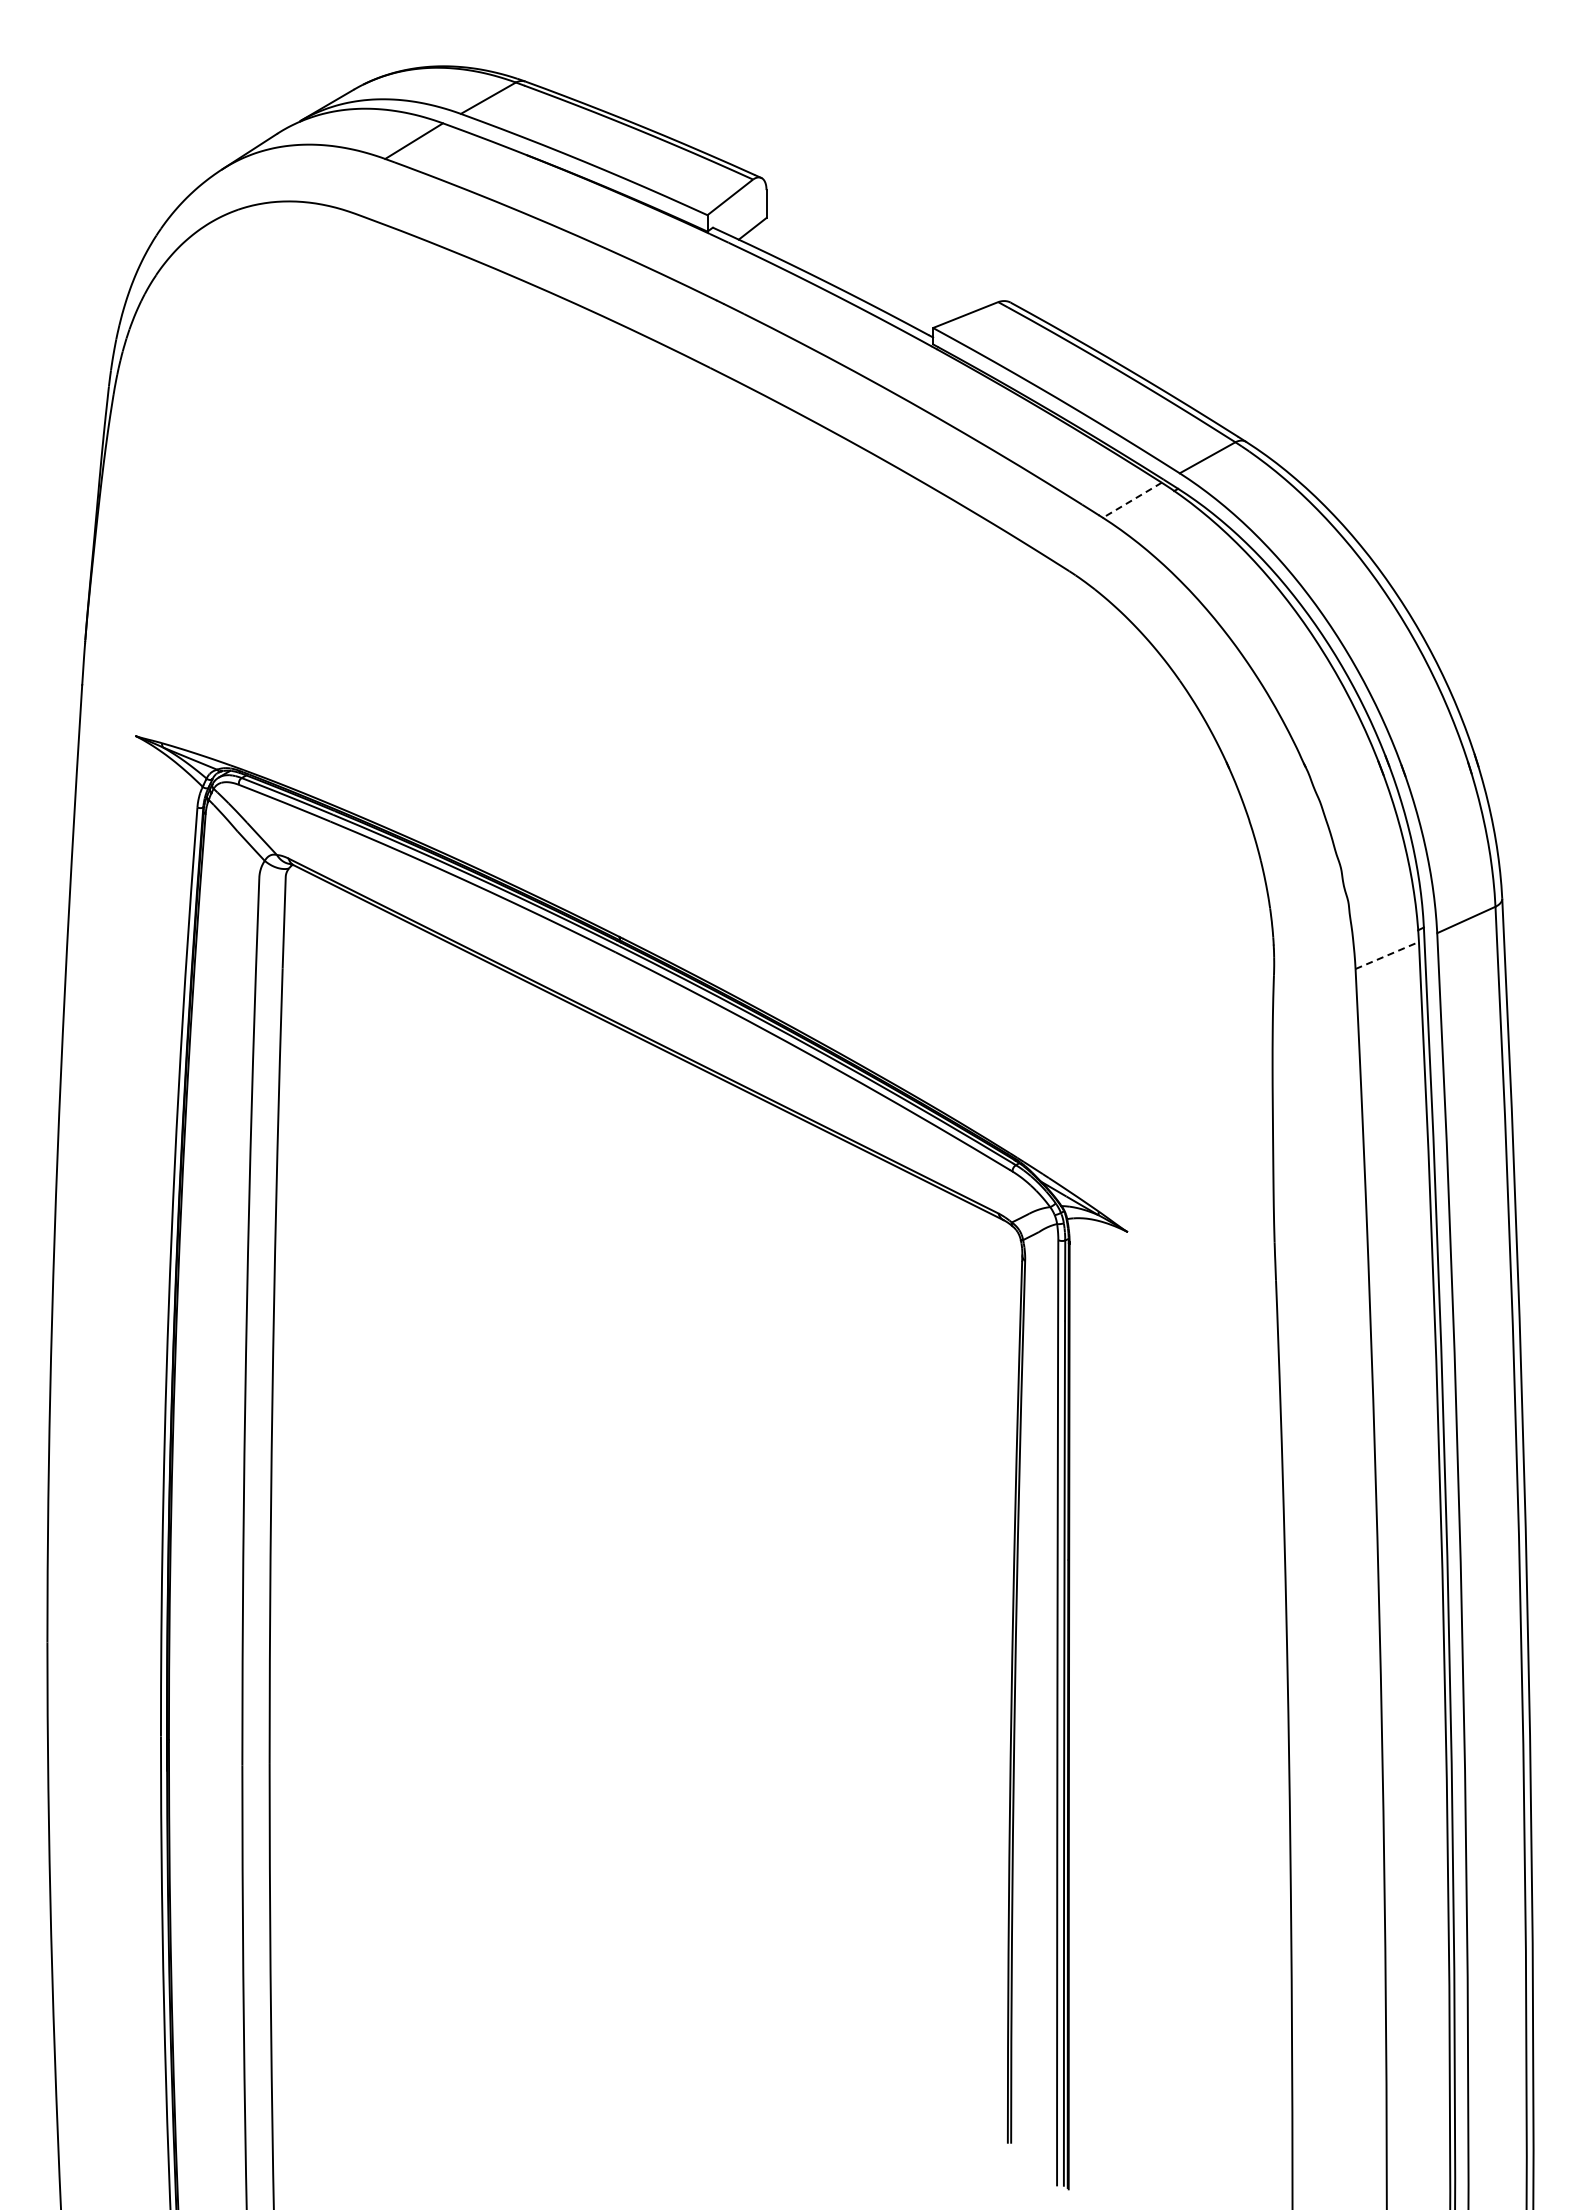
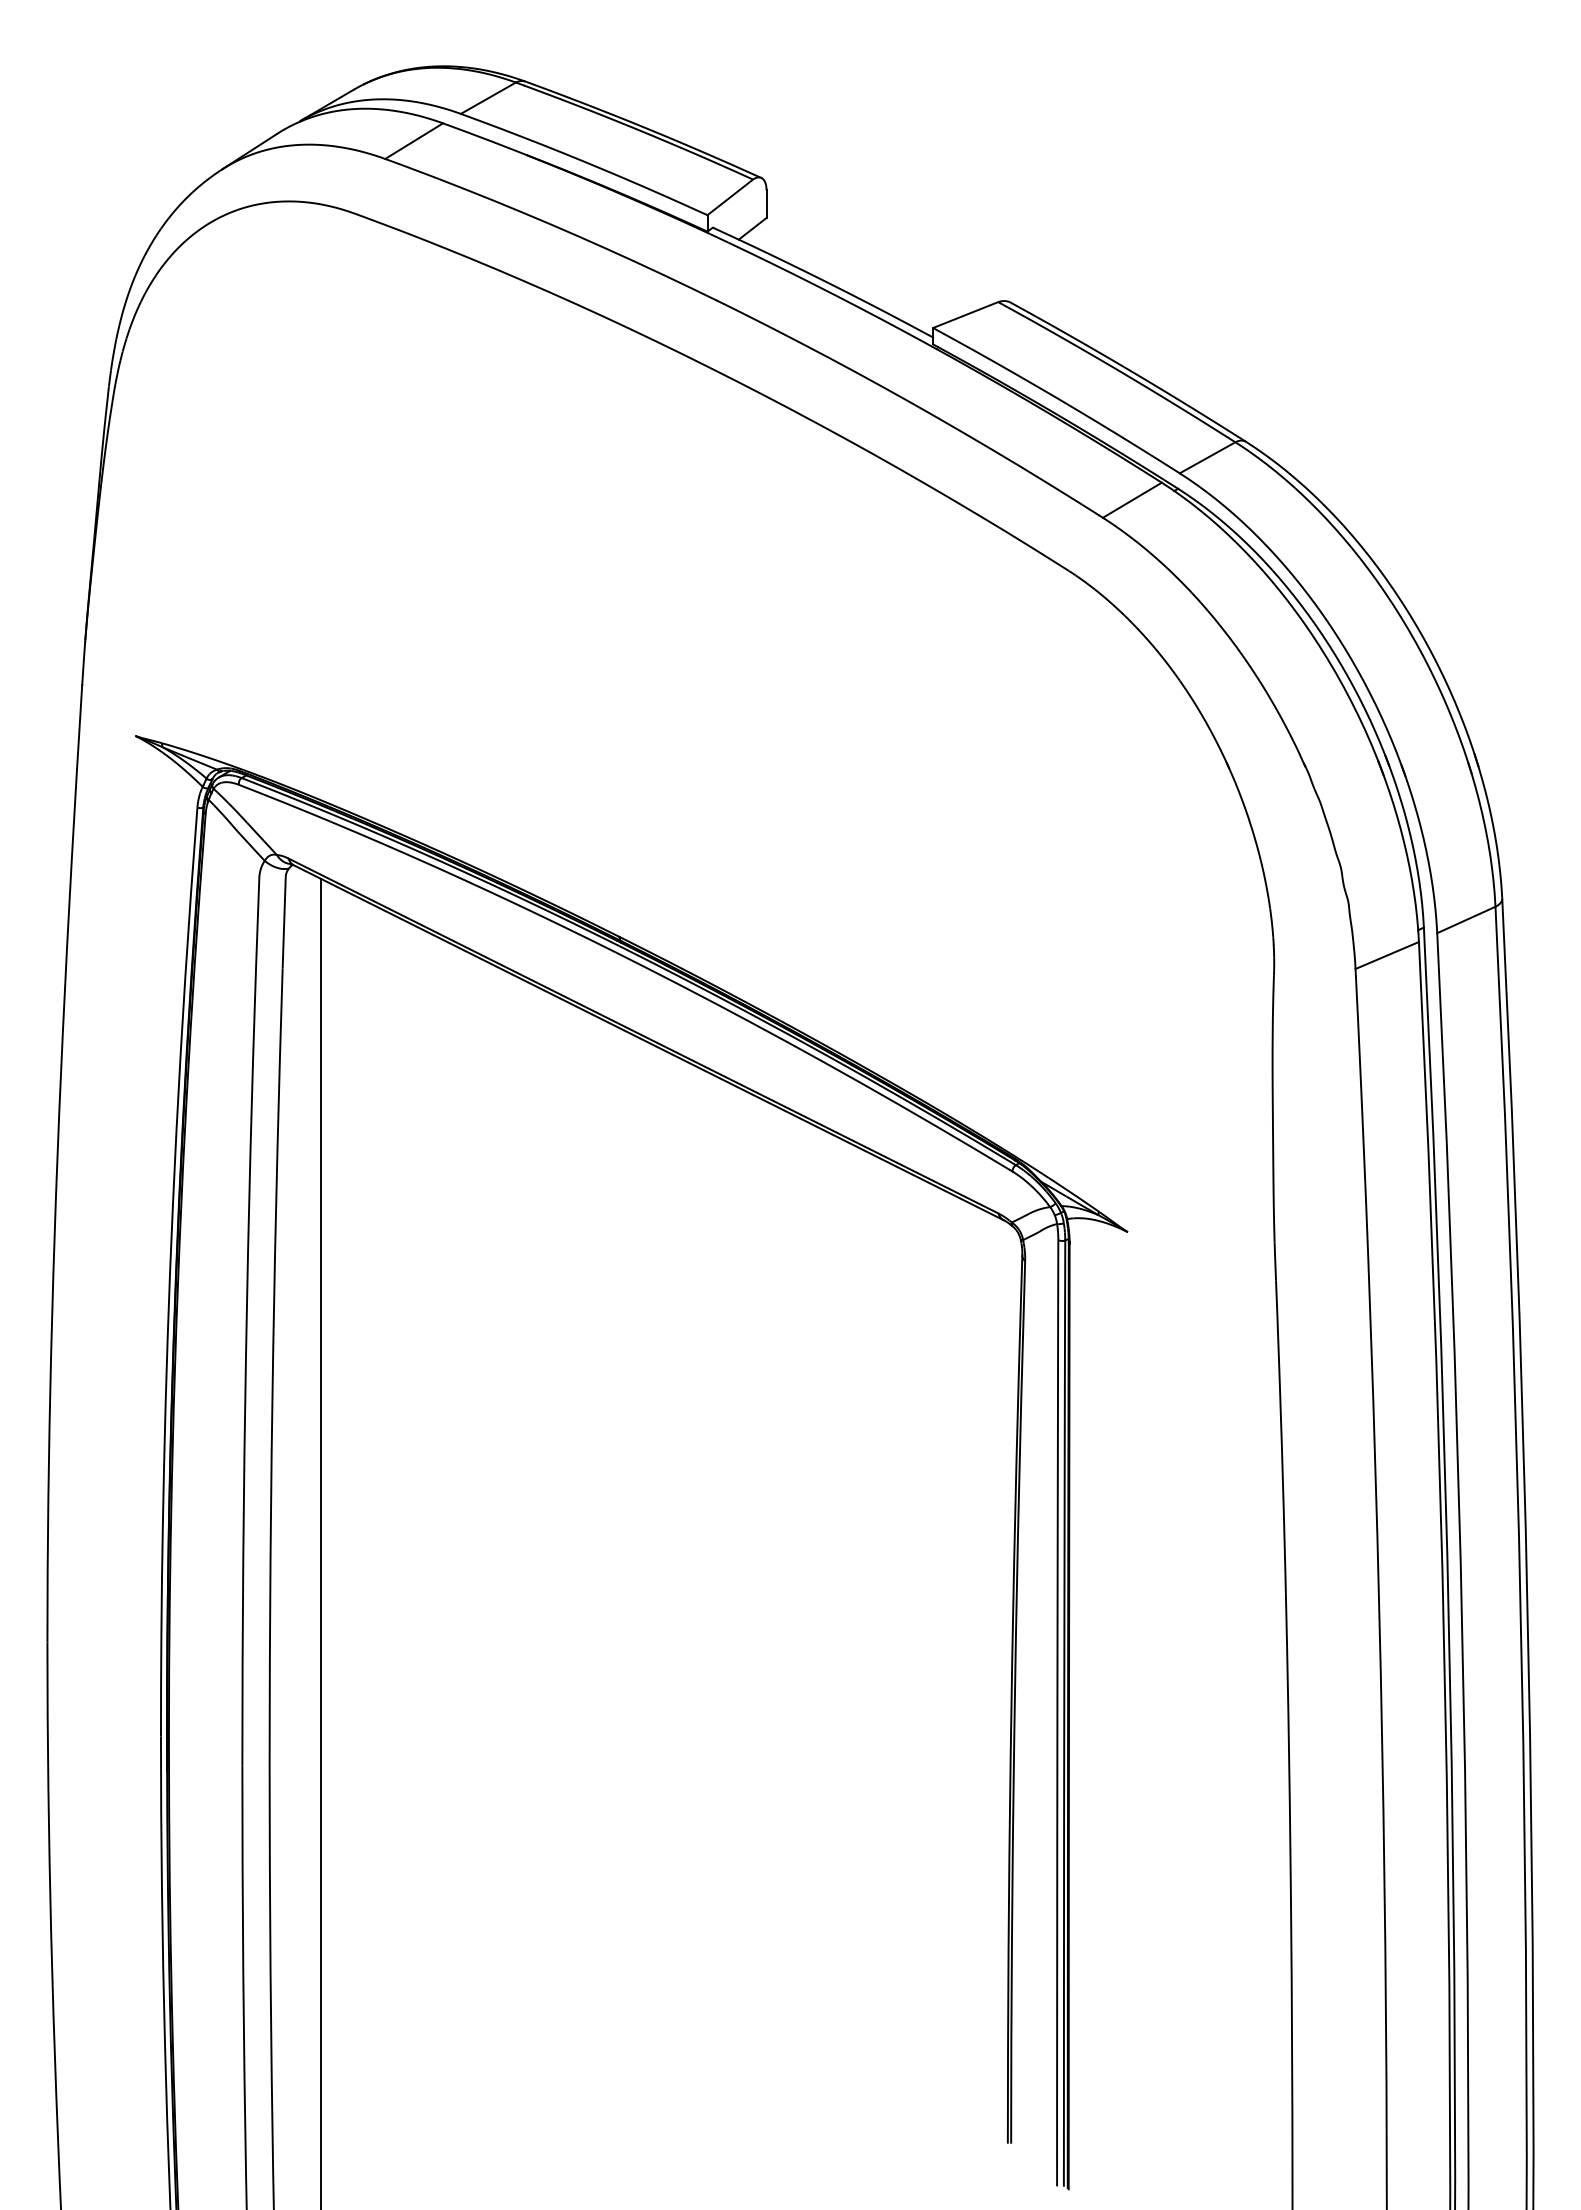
line at (1131, 500): dashed -> solid
line at (1387, 955): dashed -> solid
line at (320, 1542): none -> present
